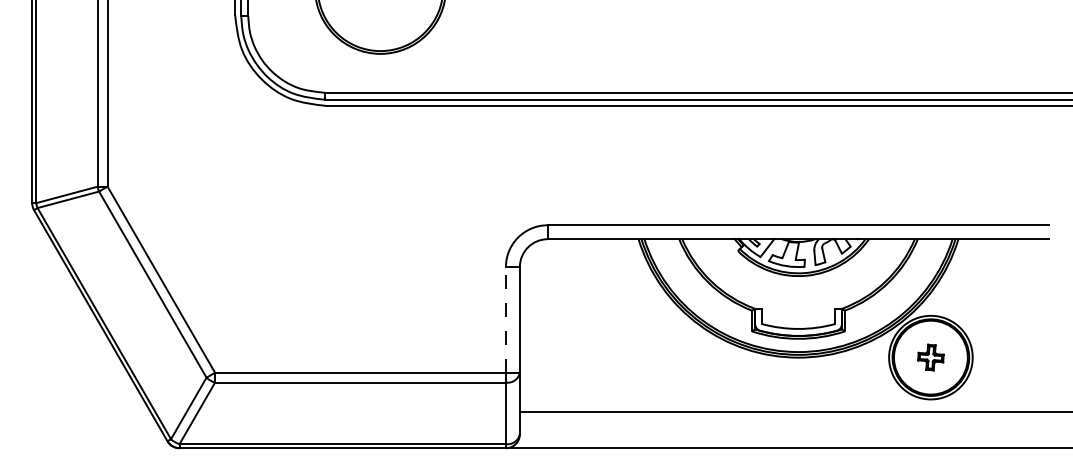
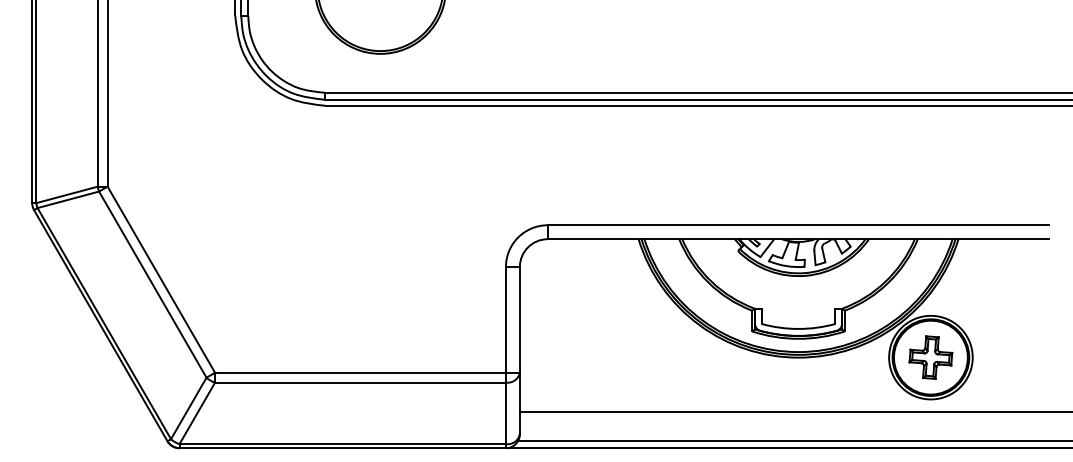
line at (505, 319): dashed -> solid
part at (930, 357) size: 28x29 px -> 46x45 px
line at (793, 441): none -> present
